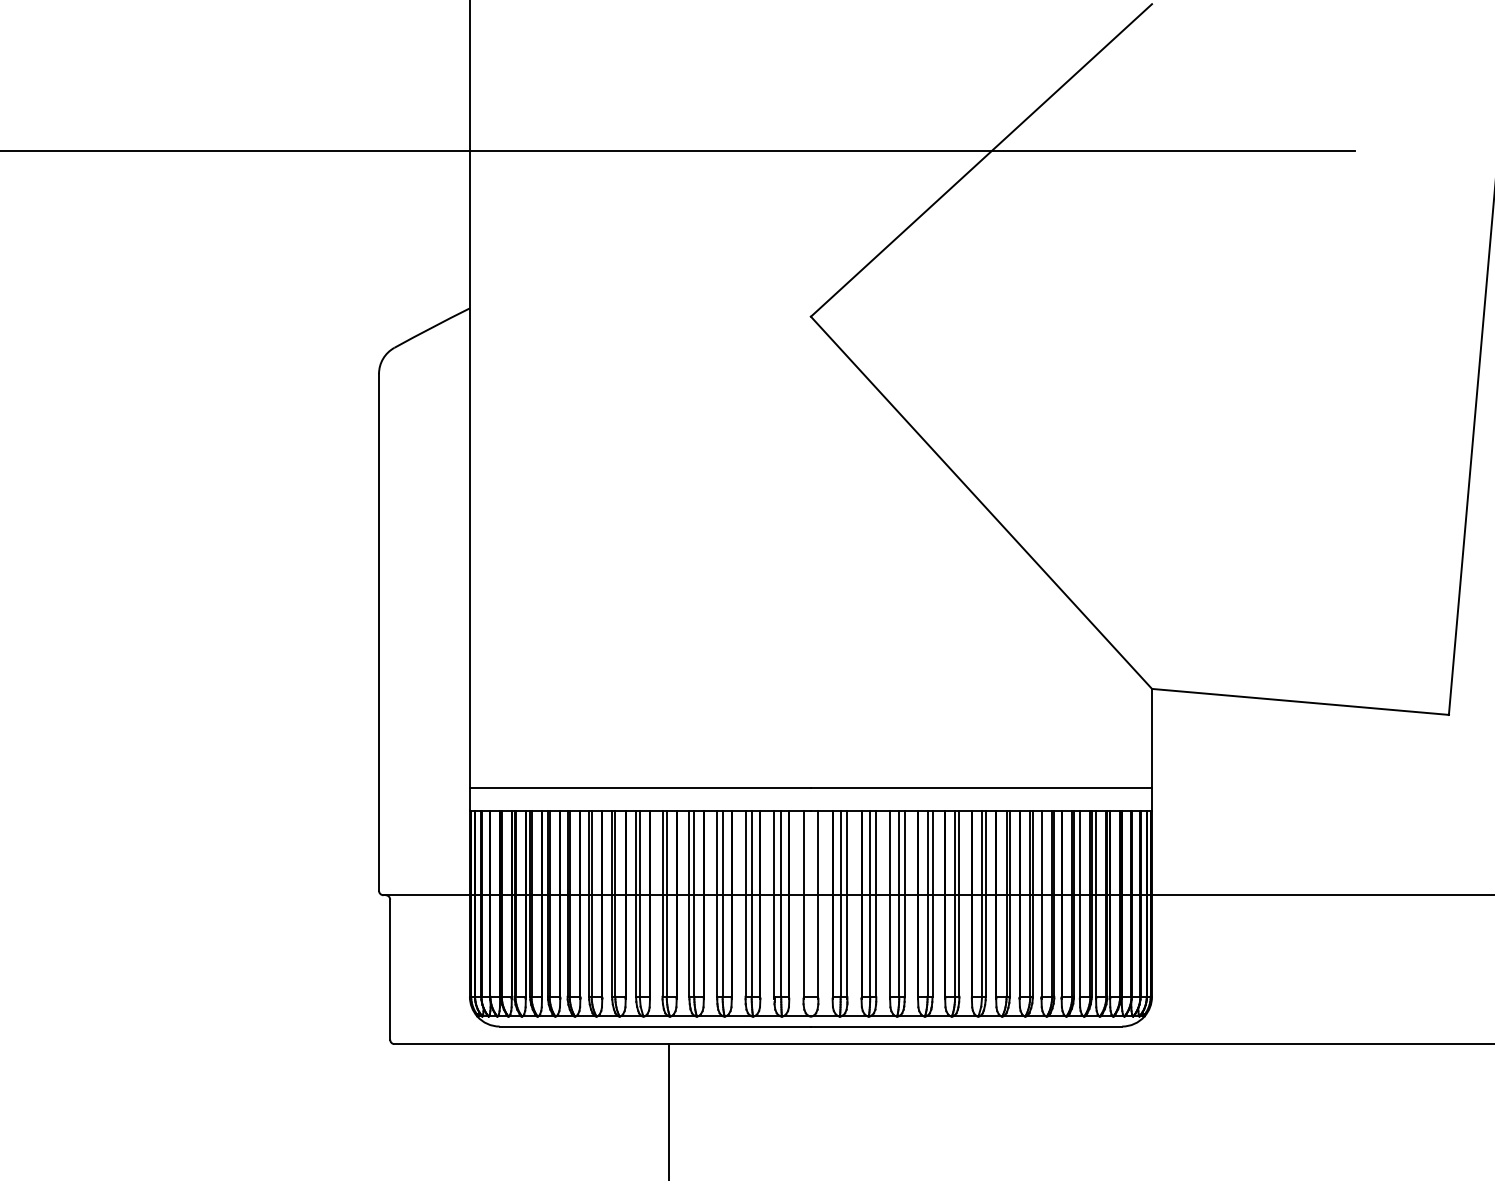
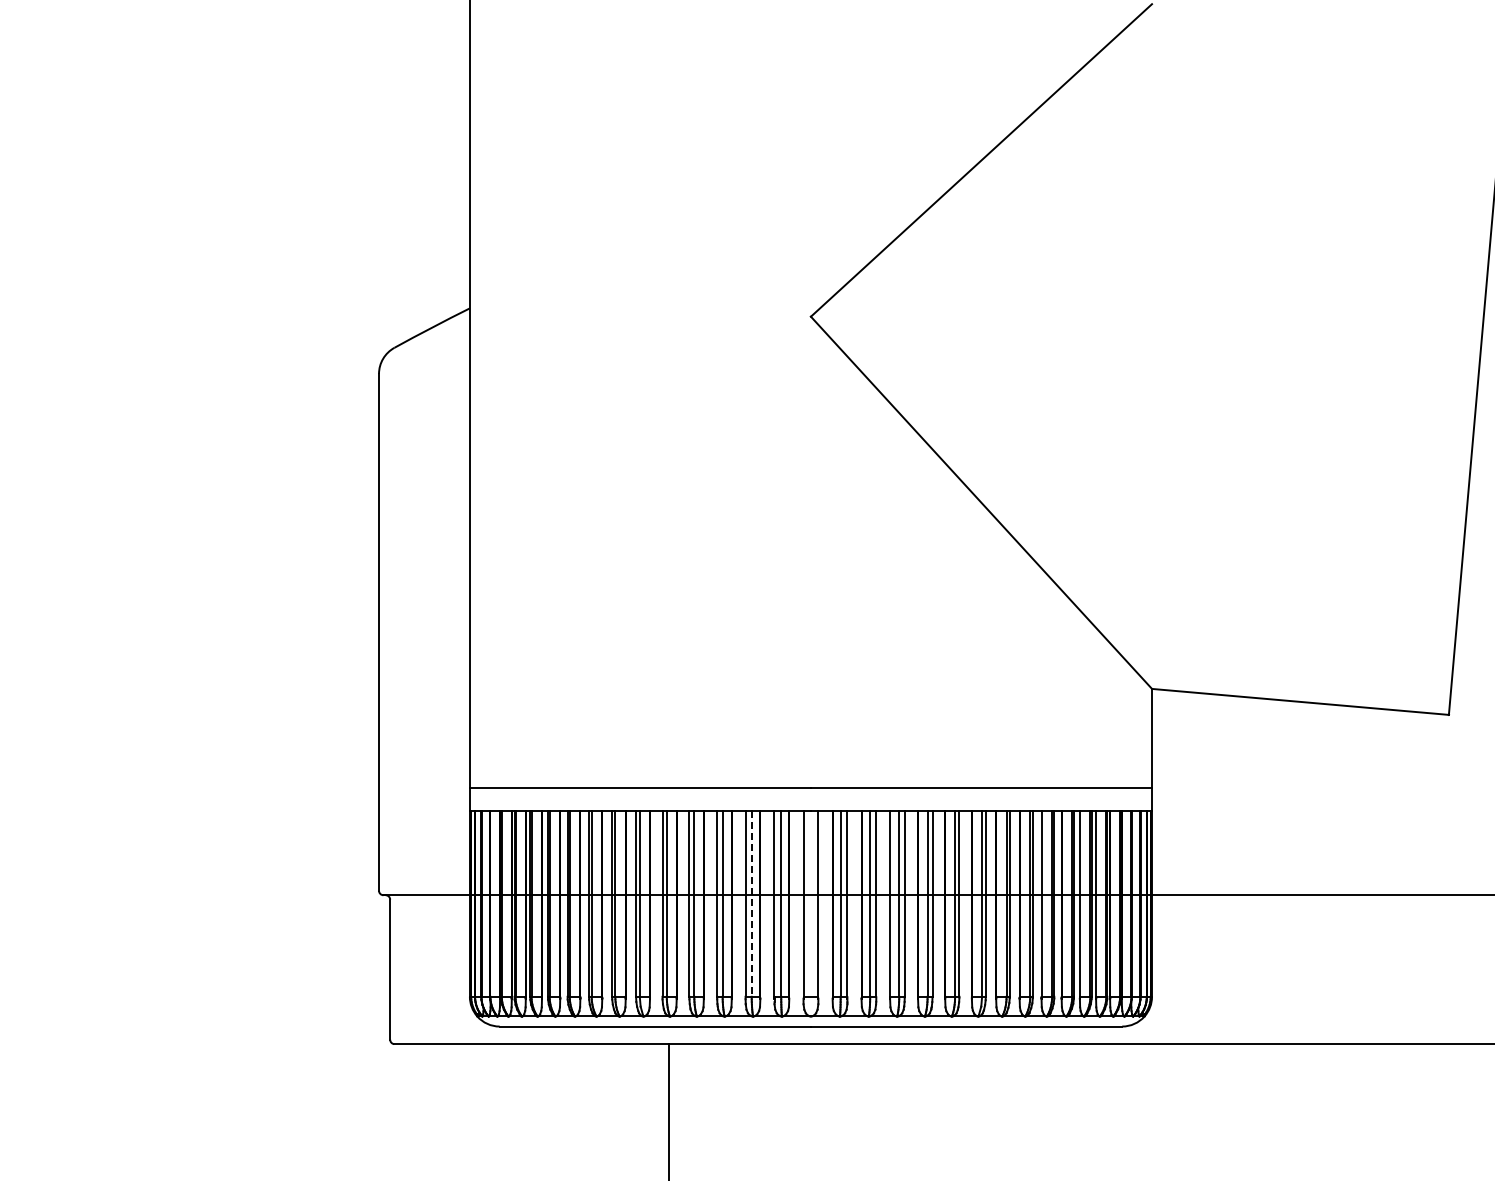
line at (678, 150): present -> none
line at (751, 904): solid -> dashed
